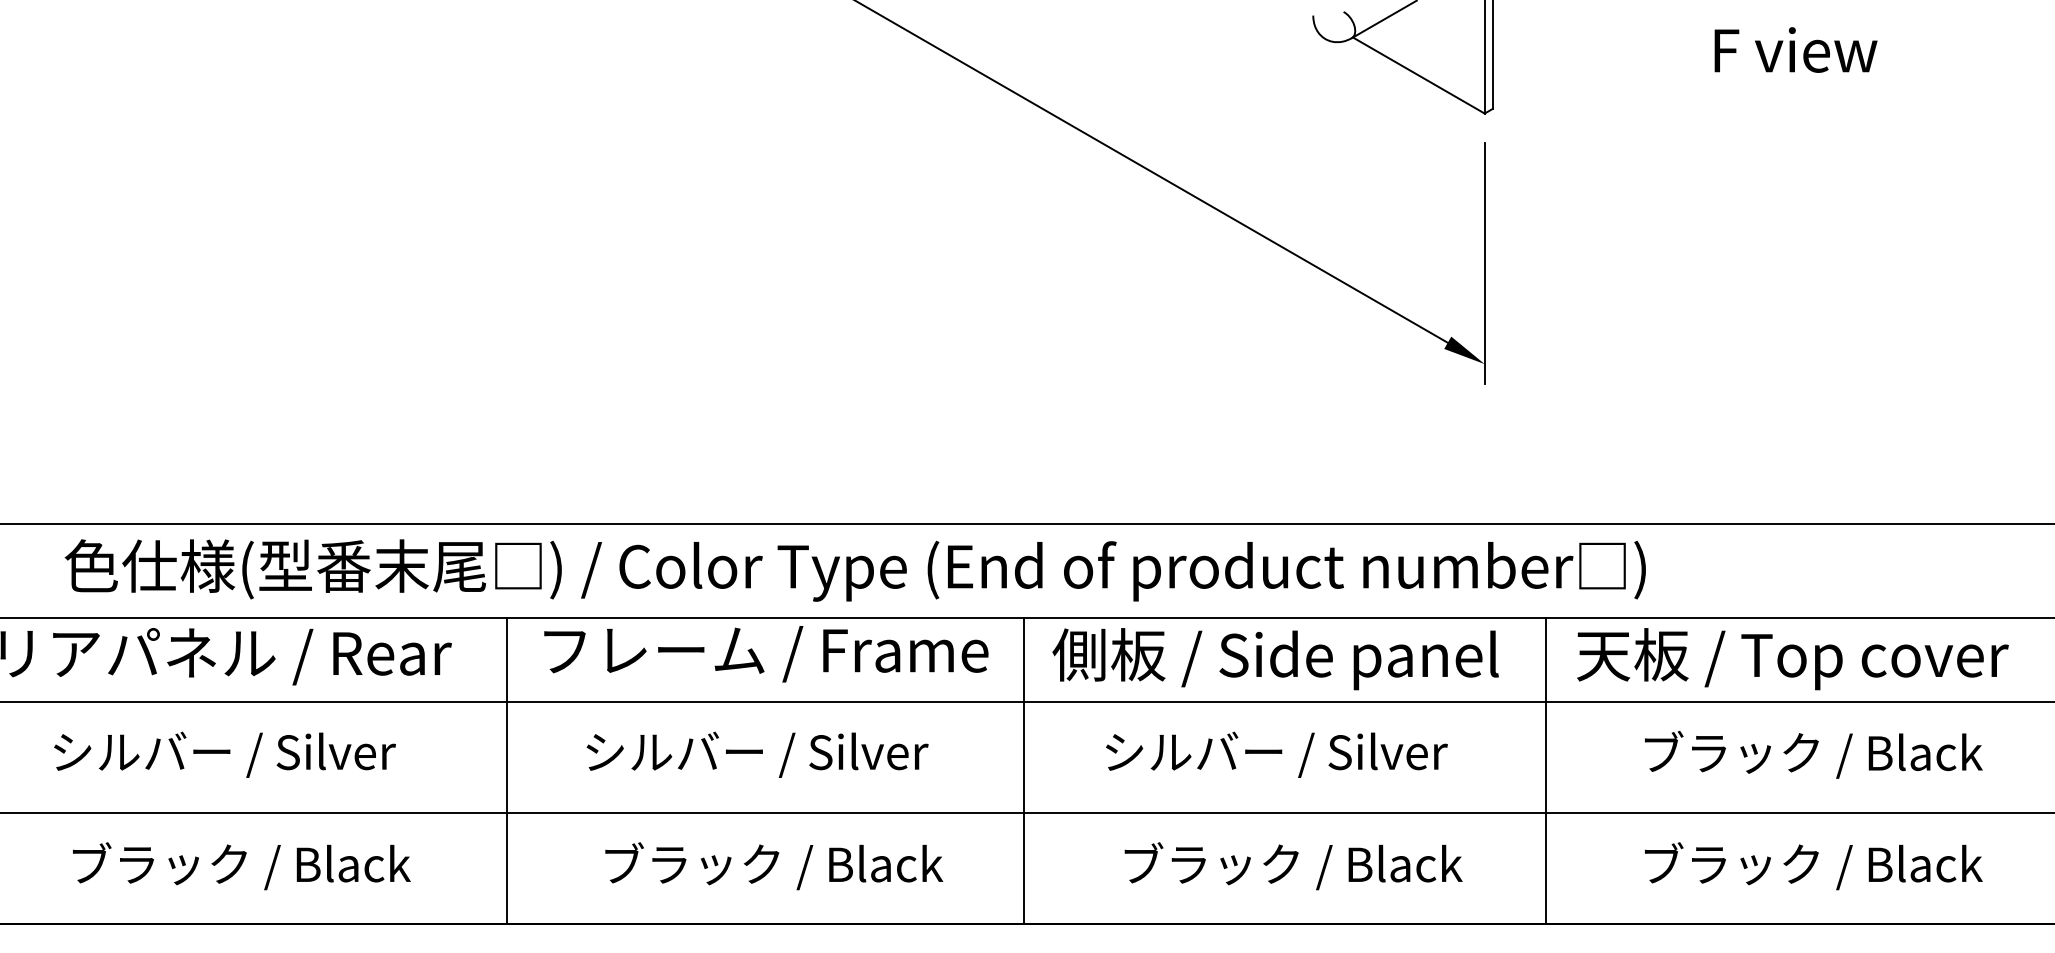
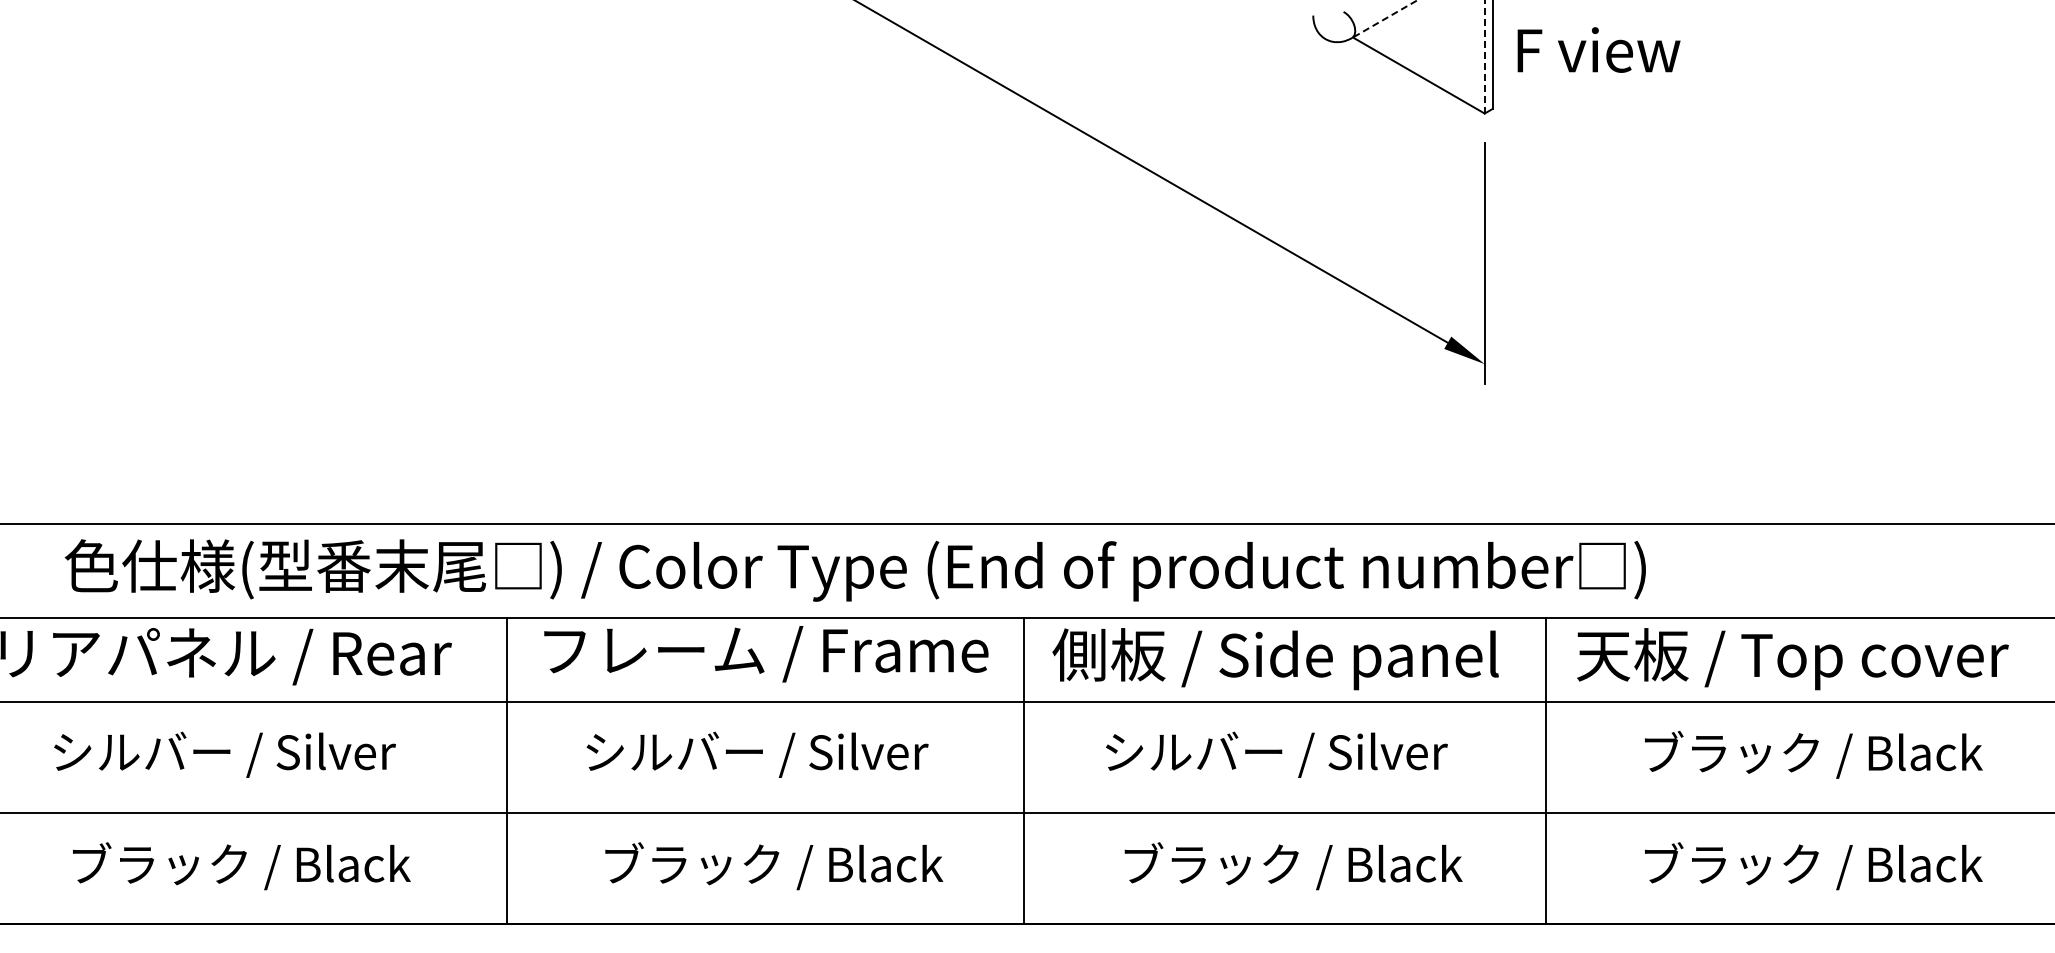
line at (1384, 19): solid -> dashed
text at (1795, 49) position: (1795, 49) -> (1598, 49)
line at (1484, 56): solid -> dashed
